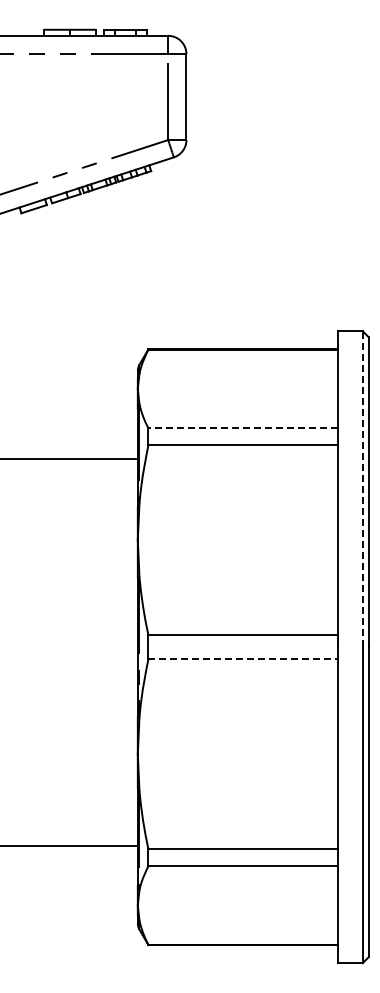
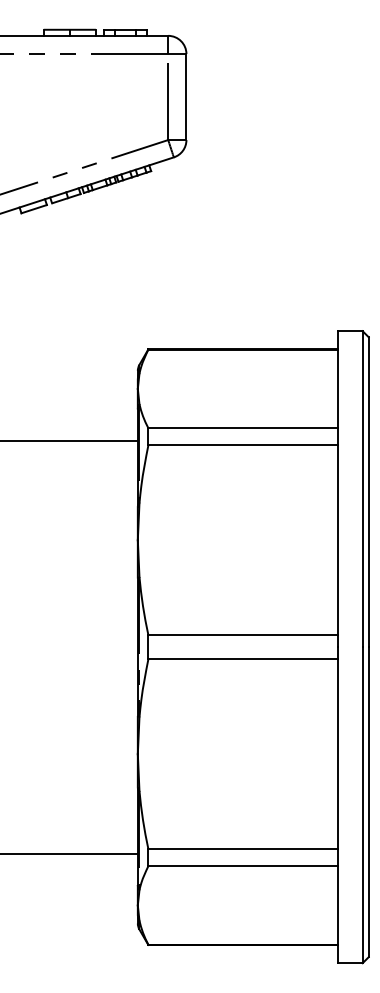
line at (242, 428): dashed -> solid
line at (69, 458) position: (69, 458) -> (69, 440)
line at (362, 488): dashed -> solid
line at (243, 659): dashed -> solid
line at (69, 845) position: (69, 845) -> (69, 853)
